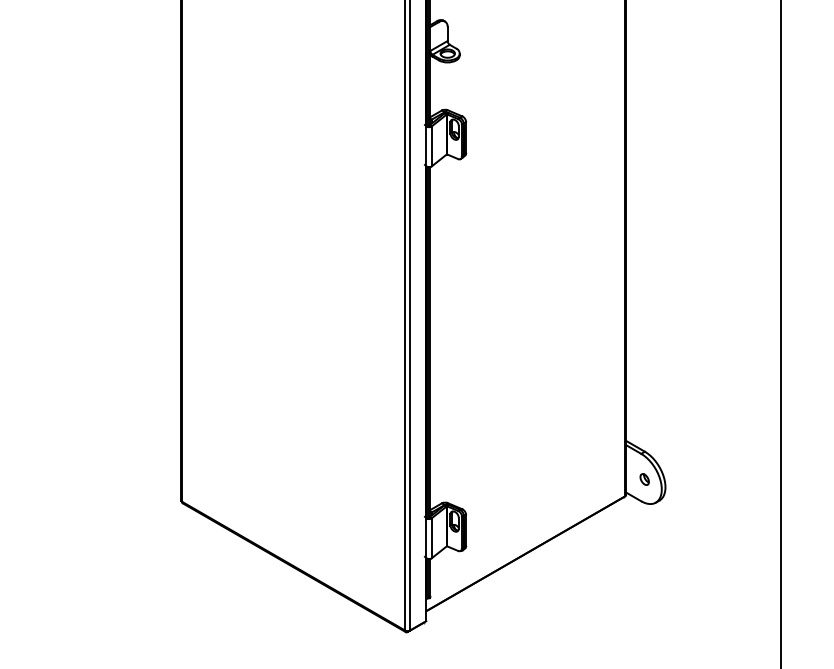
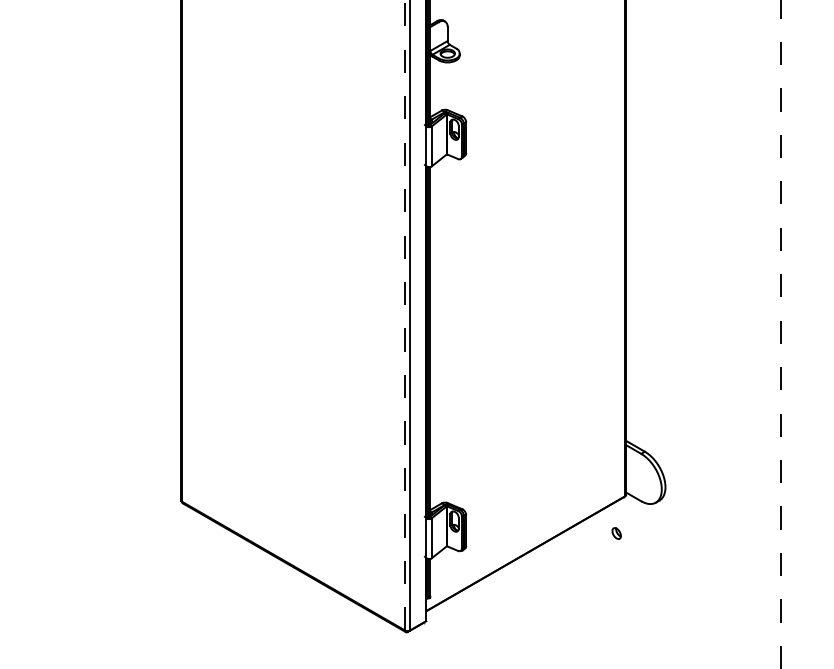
line at (405, 315): solid -> dashed
line at (780, 334): solid -> dashed
part at (644, 479) position: (644, 479) -> (616, 533)
